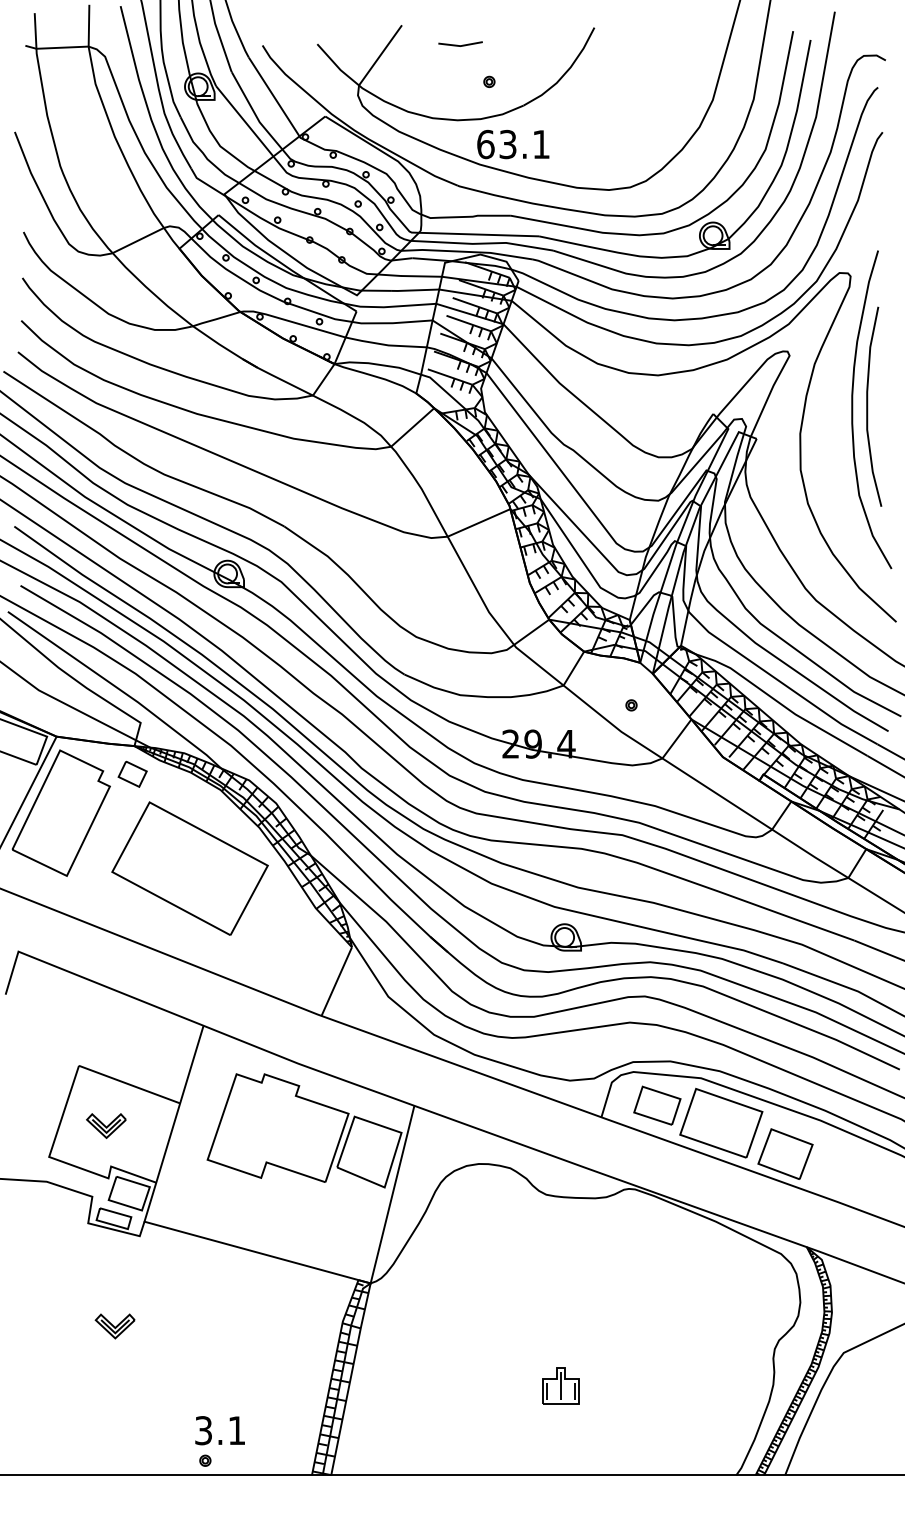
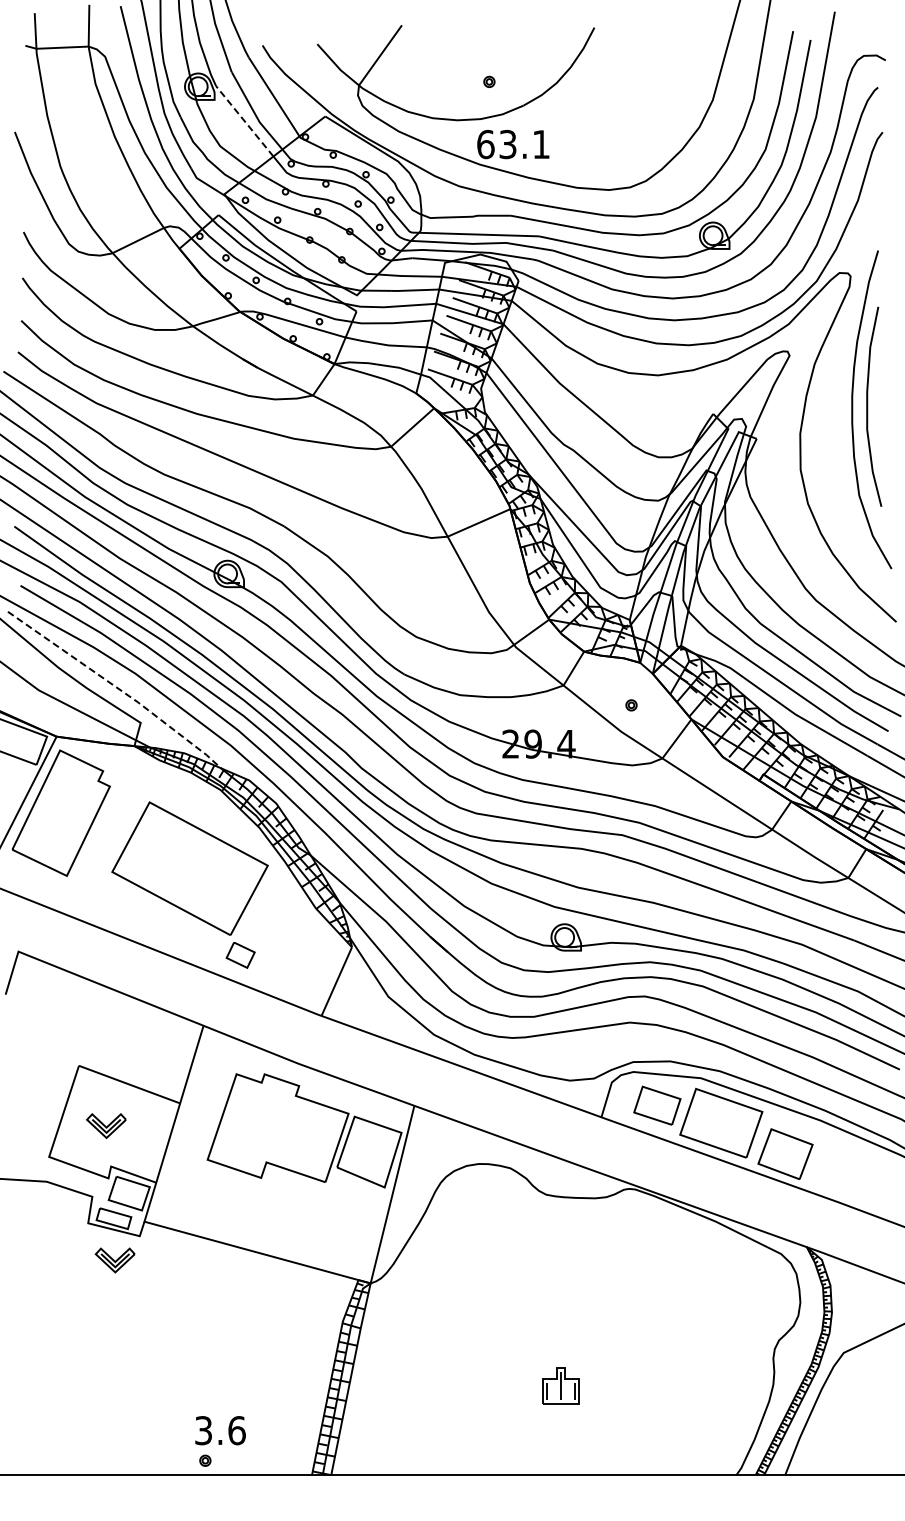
line at (460, 45): present -> none
line at (244, 120): solid -> dashed
line at (117, 688): solid -> dashed
part at (132, 773) position: (132, 773) -> (240, 954)
part at (114, 1326) position: (114, 1326) -> (114, 1260)
text at (236, 1430): 3.1 -> 3.6
